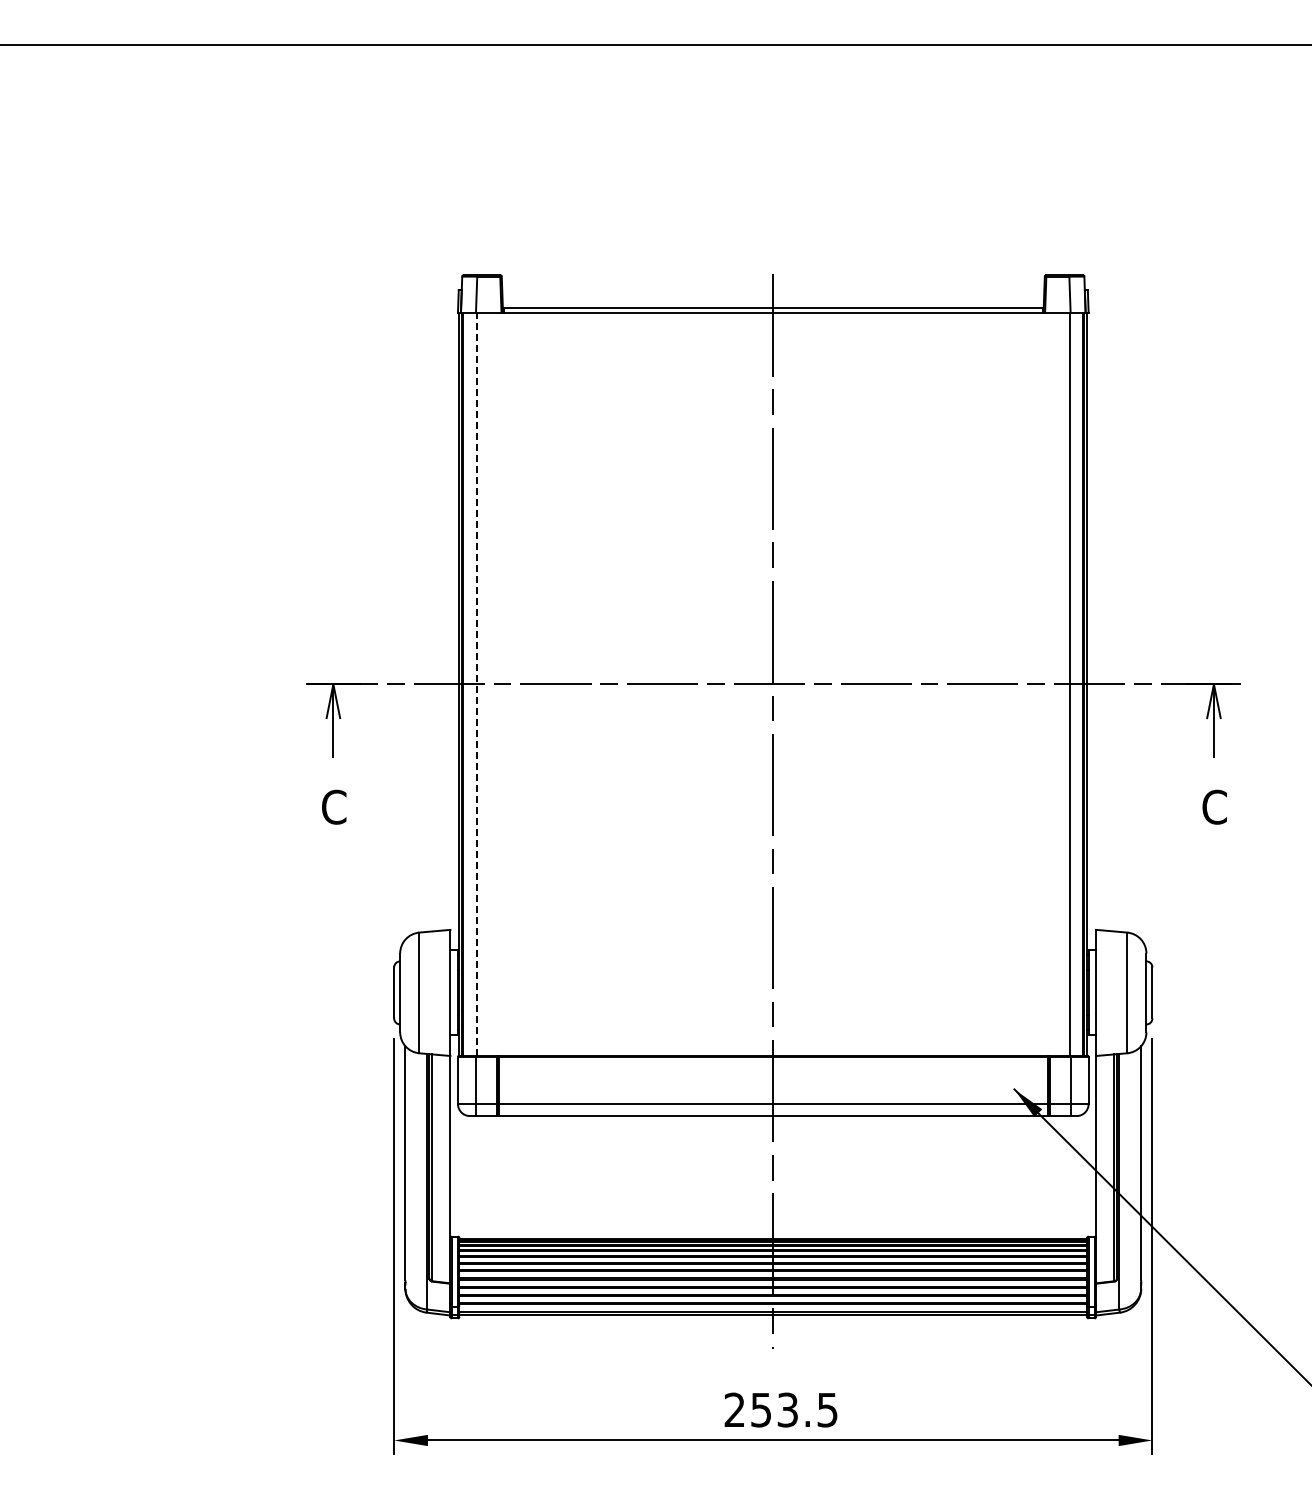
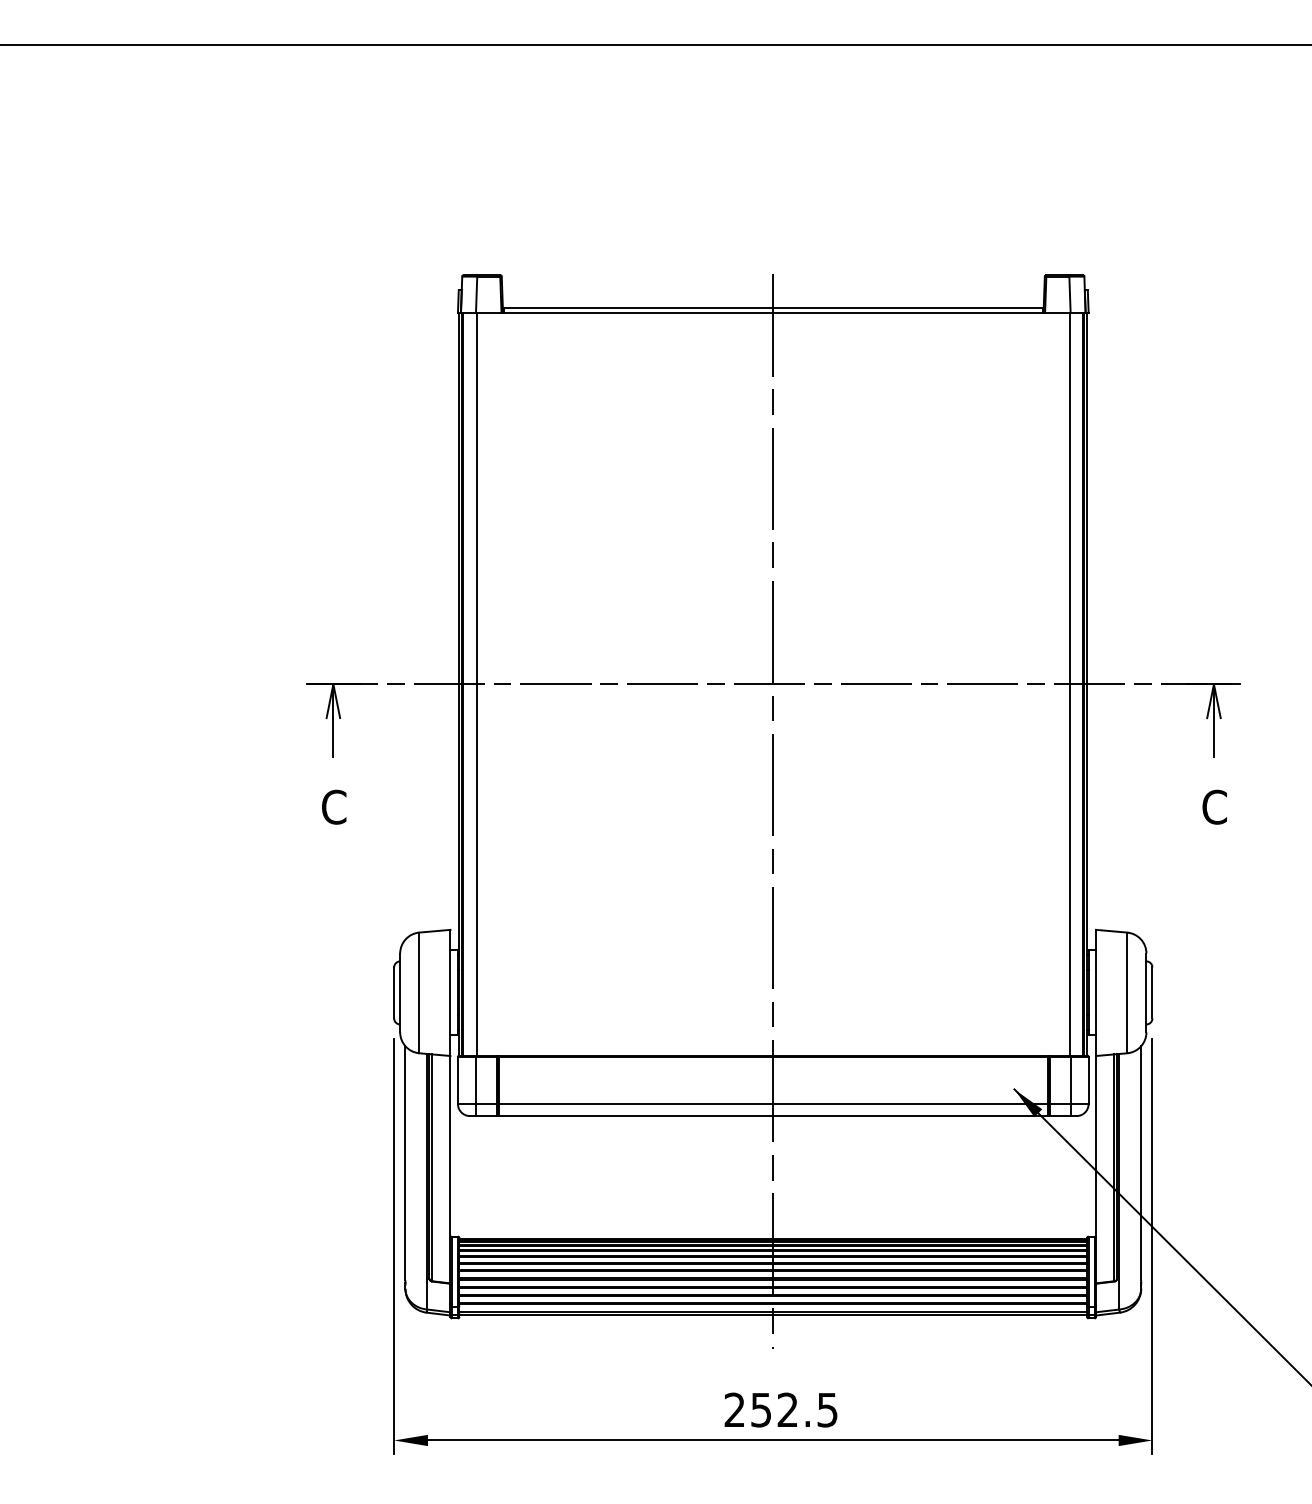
line at (476, 684): dashed -> solid
text at (787, 1409): 253.5 -> 252.5
